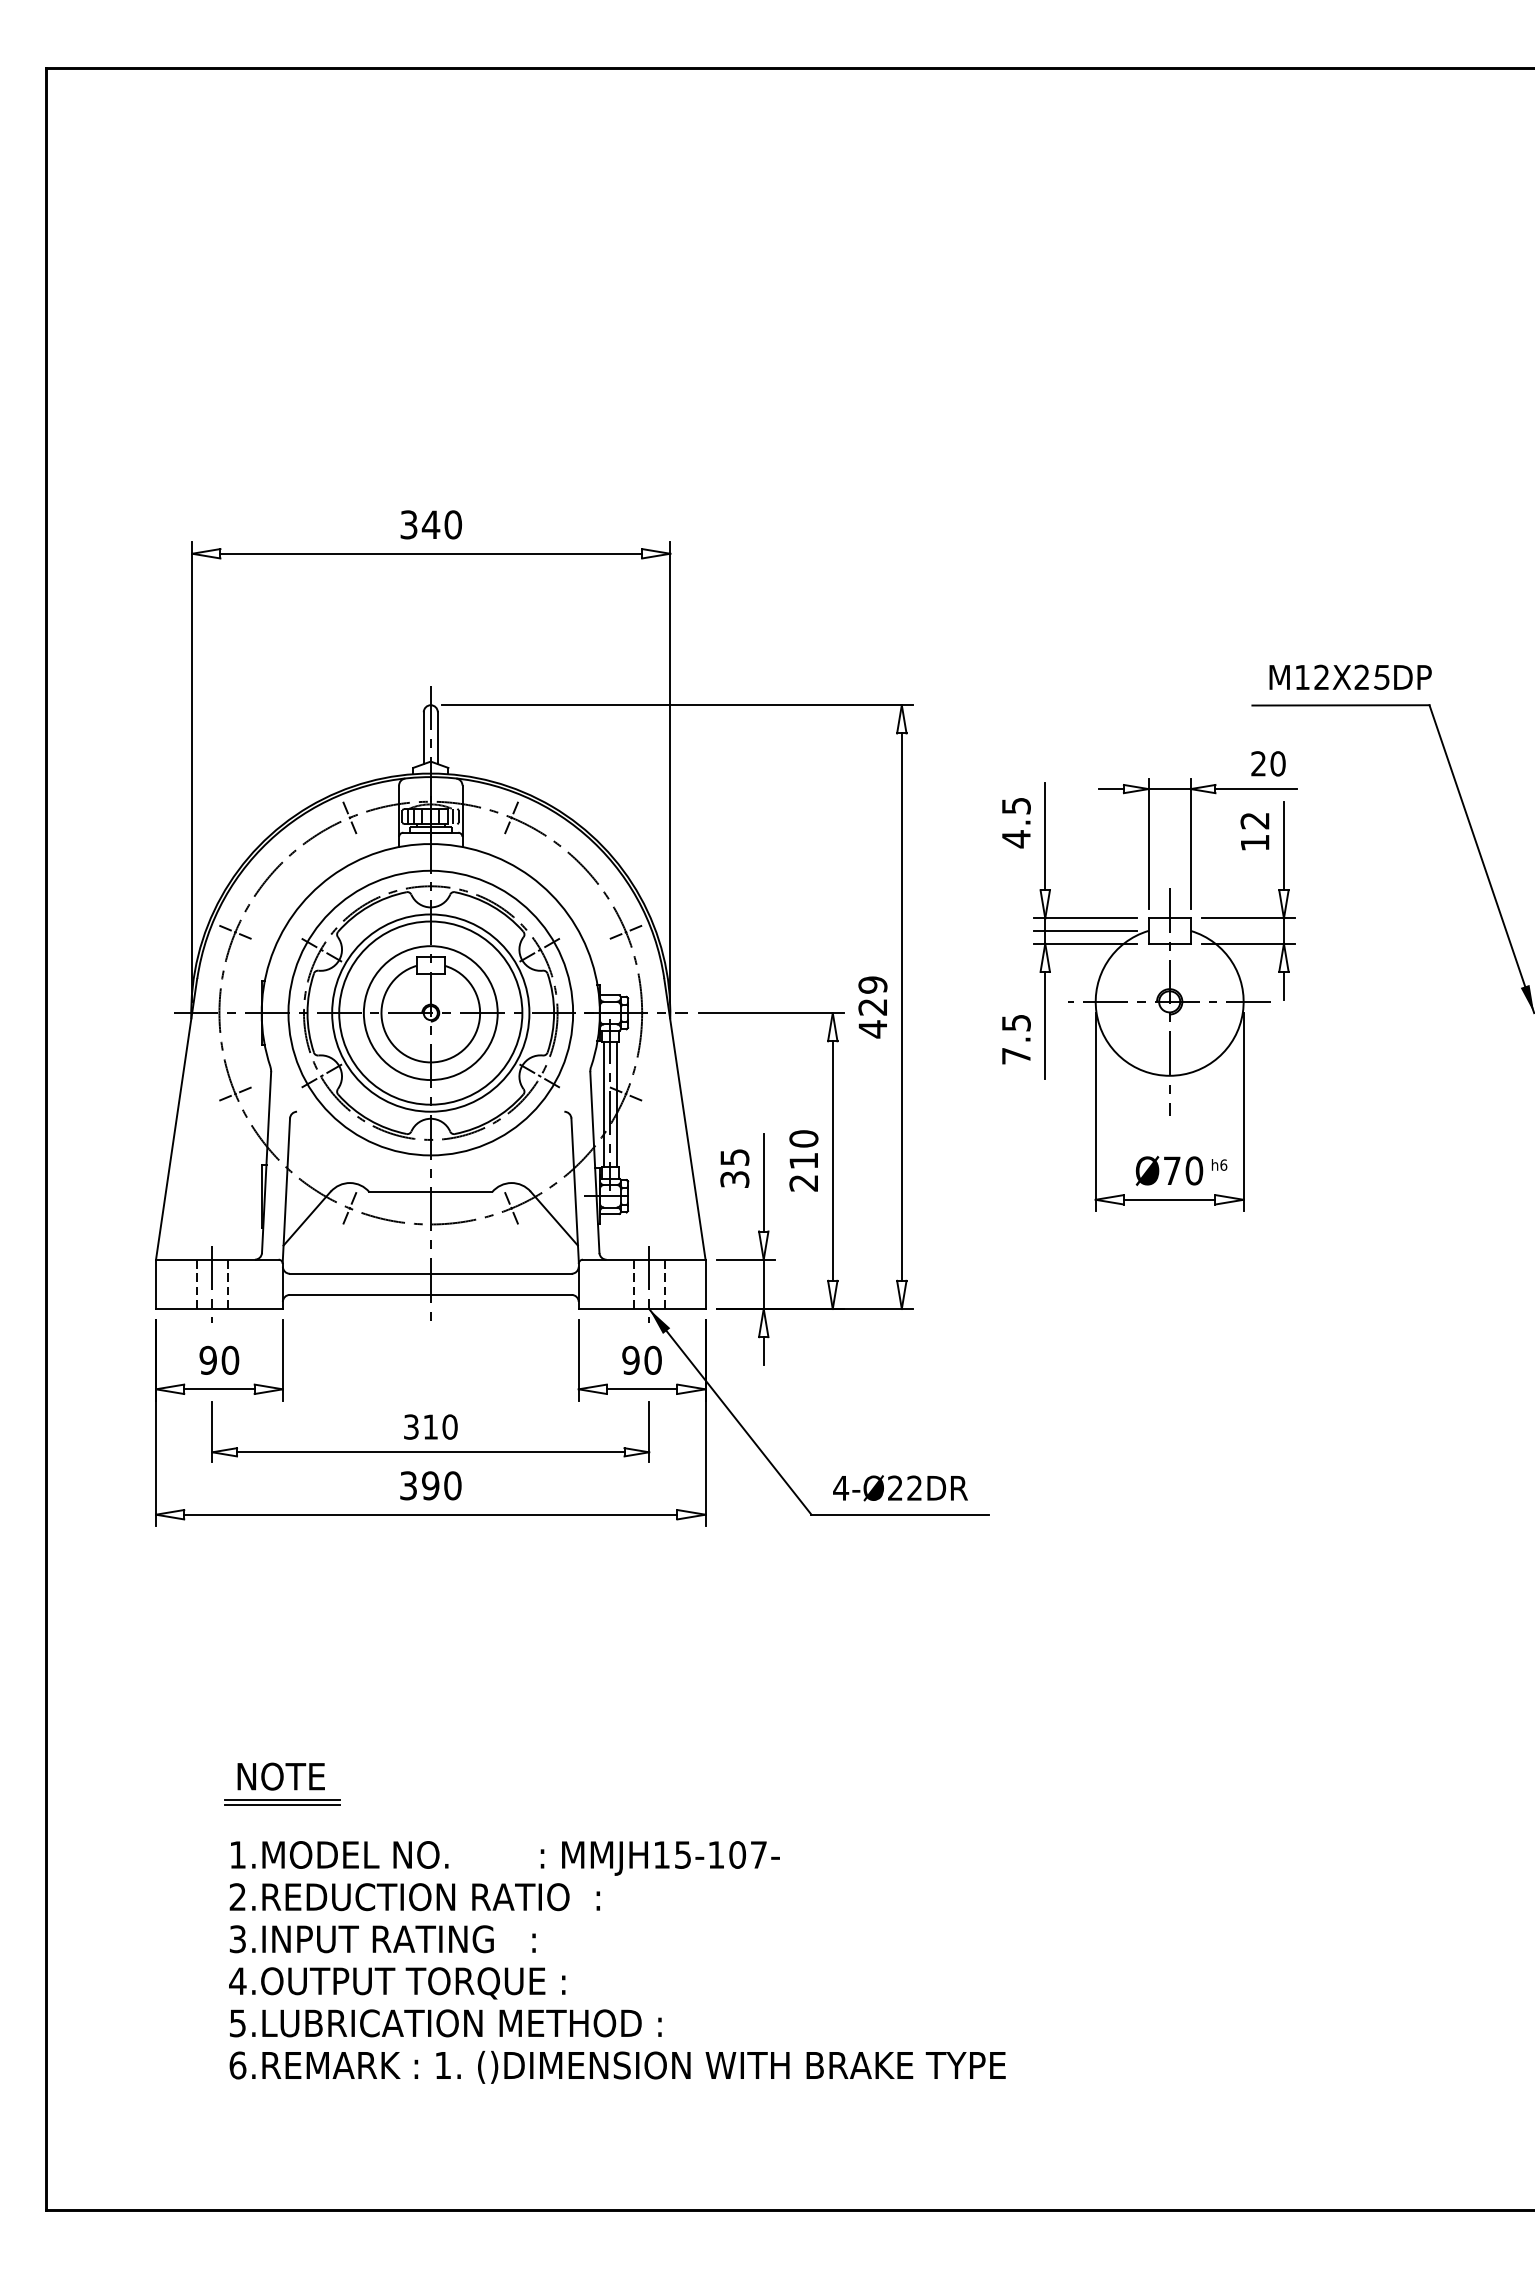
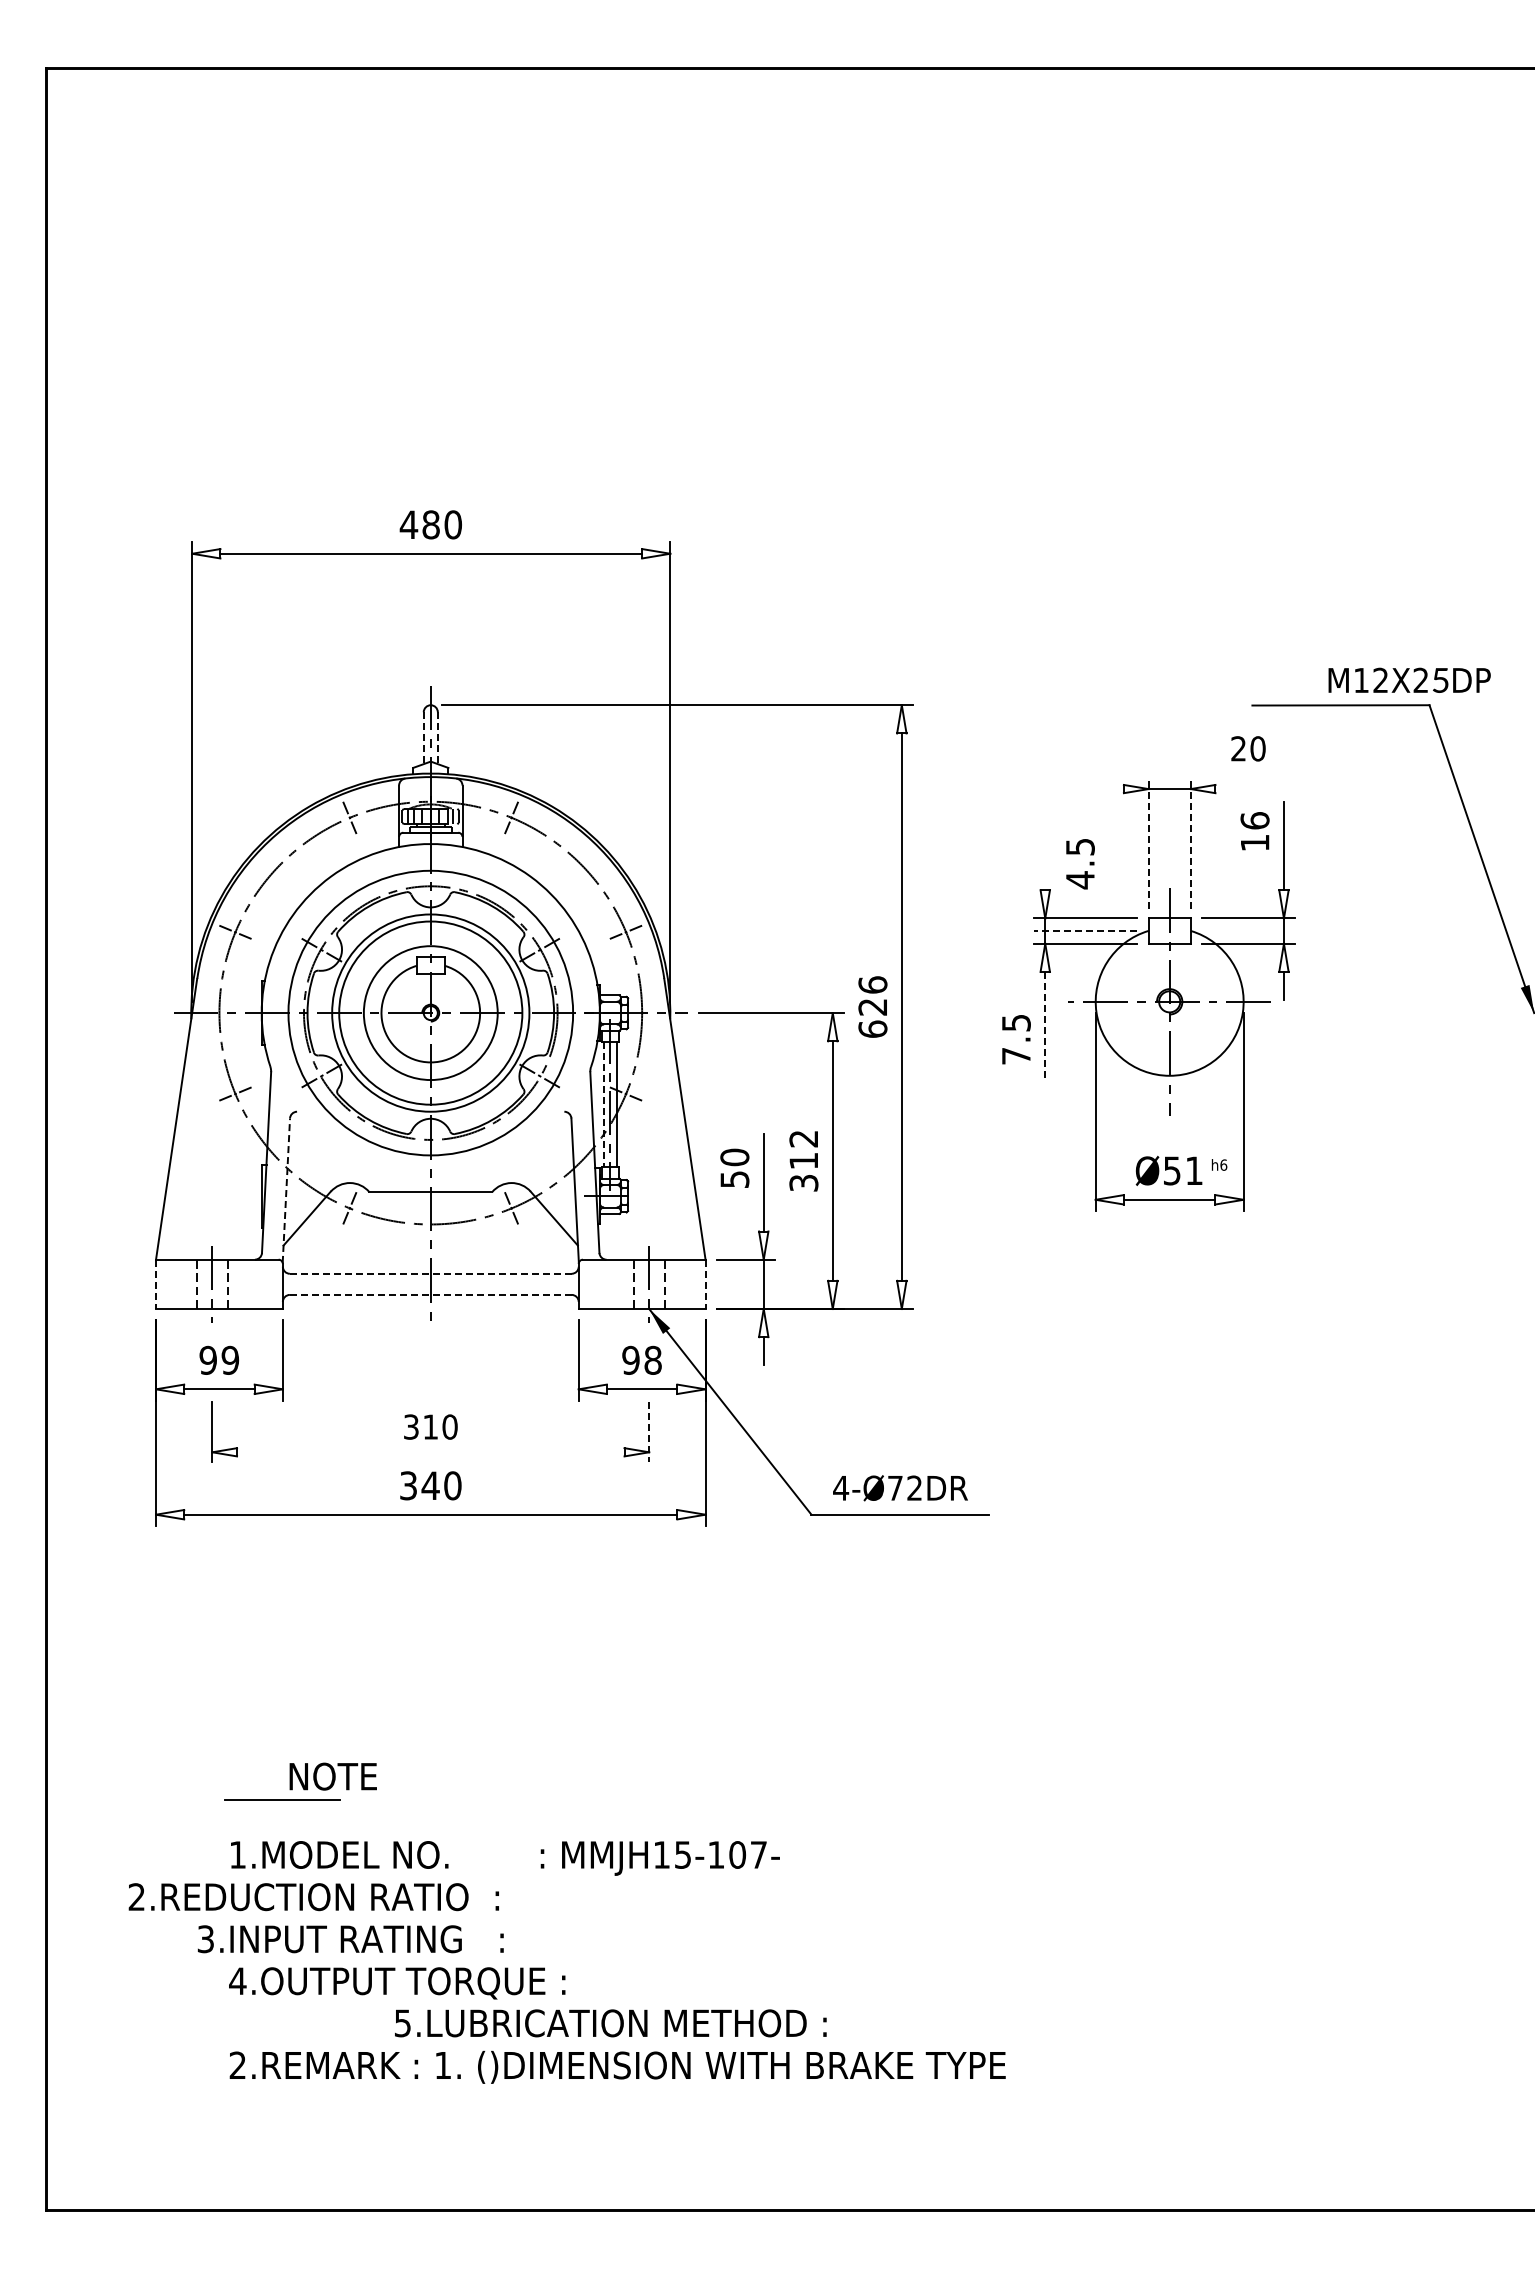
text at (419, 524): 340 -> 480
text at (1350, 676) position: (1350, 676) -> (1409, 679)
line at (423, 738): solid -> dashed
line at (437, 738): solid -> dashed
text at (1268, 763) position: (1268, 763) -> (1248, 748)
line at (1111, 789): present -> none
line at (1255, 789): present -> none
text at (1254, 820): 12 -> 16
text at (1016, 823) position: (1016, 823) -> (1080, 864)
line at (1045, 836): present -> none
line at (1148, 843): solid -> dashed
line at (1190, 843): solid -> dashed
line at (1085, 930): solid -> dashed
text at (872, 1007): 429 -> 626
line at (1045, 1025): solid -> dashed
line at (603, 1104): solid -> dashed
text at (803, 1160): 210 -> 312
text at (734, 1167): 35 -> 50
text at (1183, 1170): Ø70 -> Ø51
line at (286, 1190): solid -> dashed
line at (430, 1273): solid -> dashed
line at (156, 1284): solid -> dashed
line at (705, 1284): solid -> dashed
line at (430, 1294): solid -> dashed
text at (230, 1360): 90 -> 99
text at (652, 1360): 90 -> 98
line at (649, 1432): solid -> dashed
line at (430, 1452): present -> none
text at (430, 1485): 390 -> 340
text at (895, 1487): 4-Ø22DR -> 4-Ø72DR
text at (280, 1776) position: (280, 1776) -> (332, 1776)
line at (282, 1805): present -> none
text at (414, 1897) position: (414, 1897) -> (313, 1897)
text at (382, 1939) position: (382, 1939) -> (350, 1939)
text at (445, 2023) position: (445, 2023) -> (610, 2023)
text at (237, 2065): 6.REMARK -> 2.REMARK
